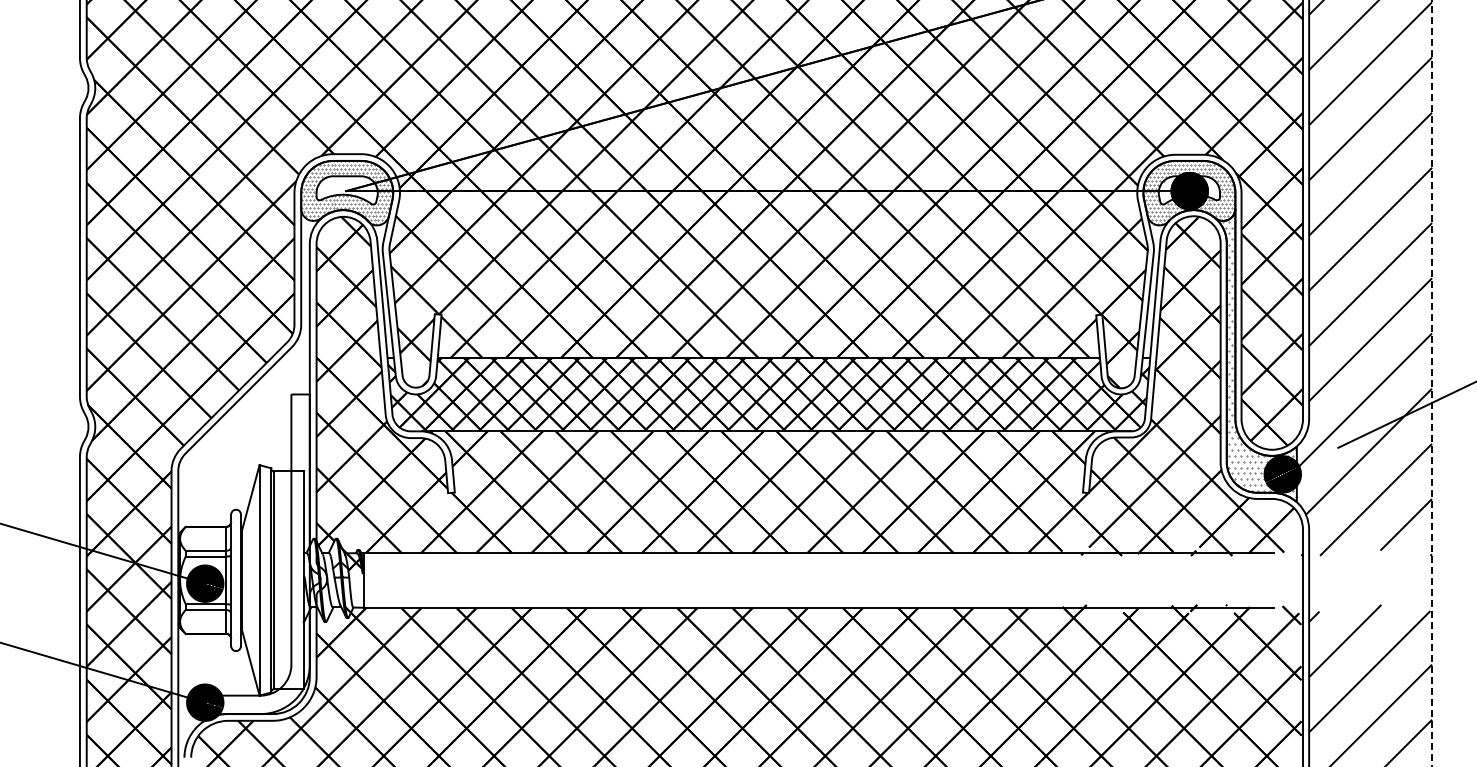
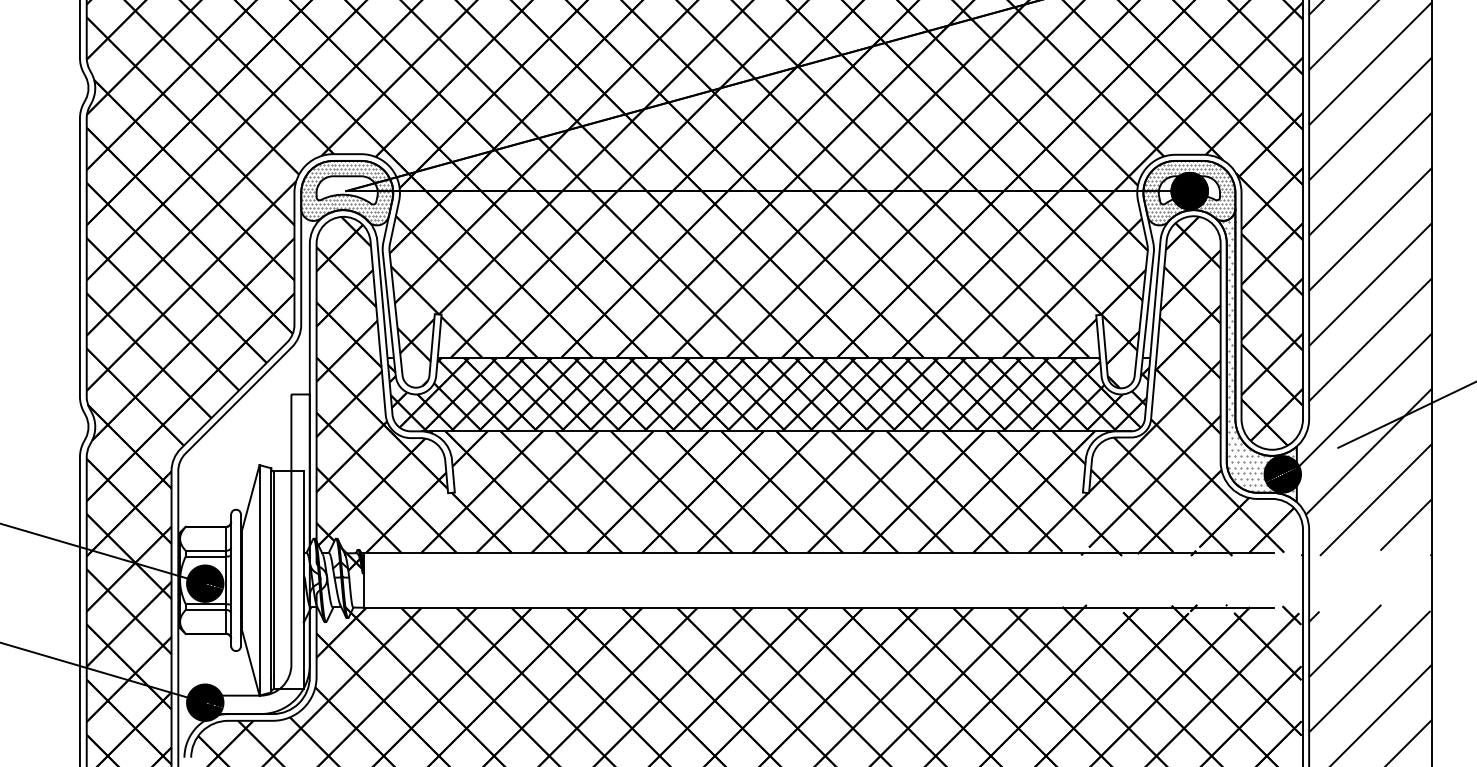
line at (1432, 383): dashed -> solid
